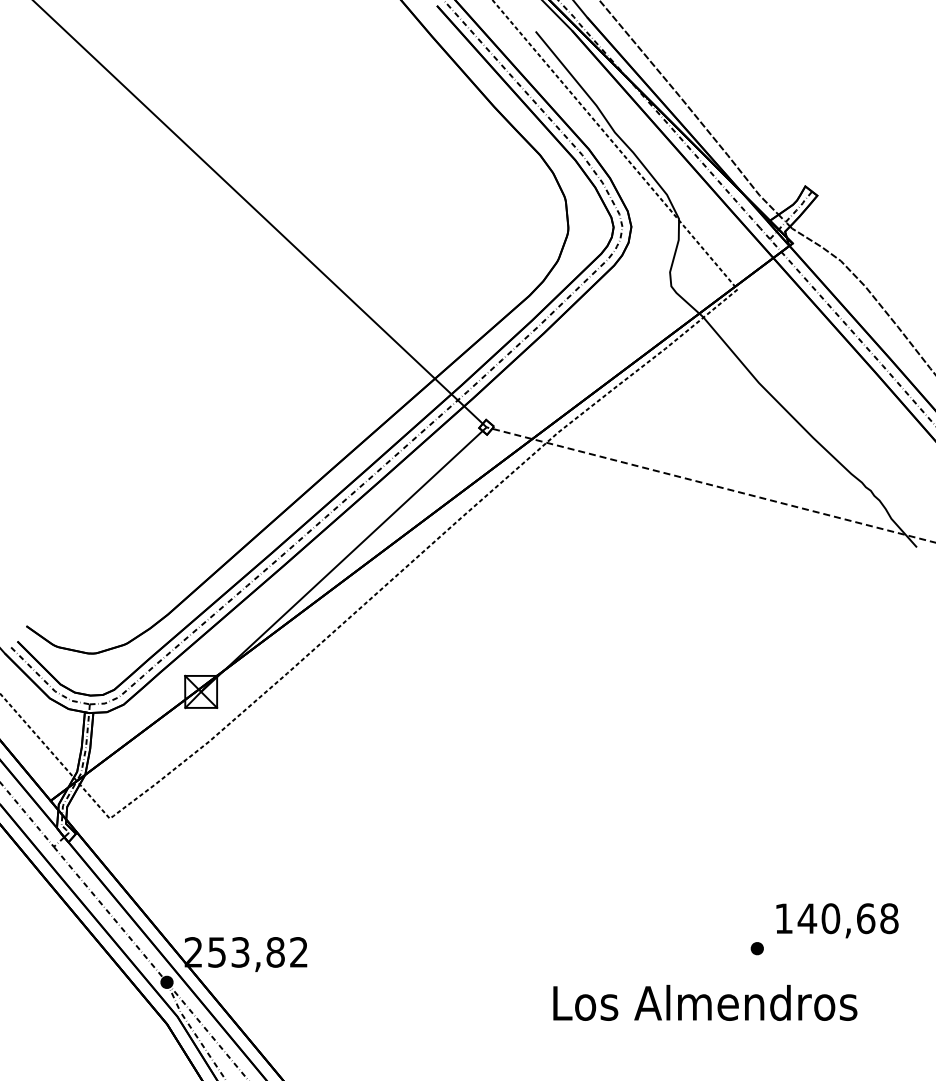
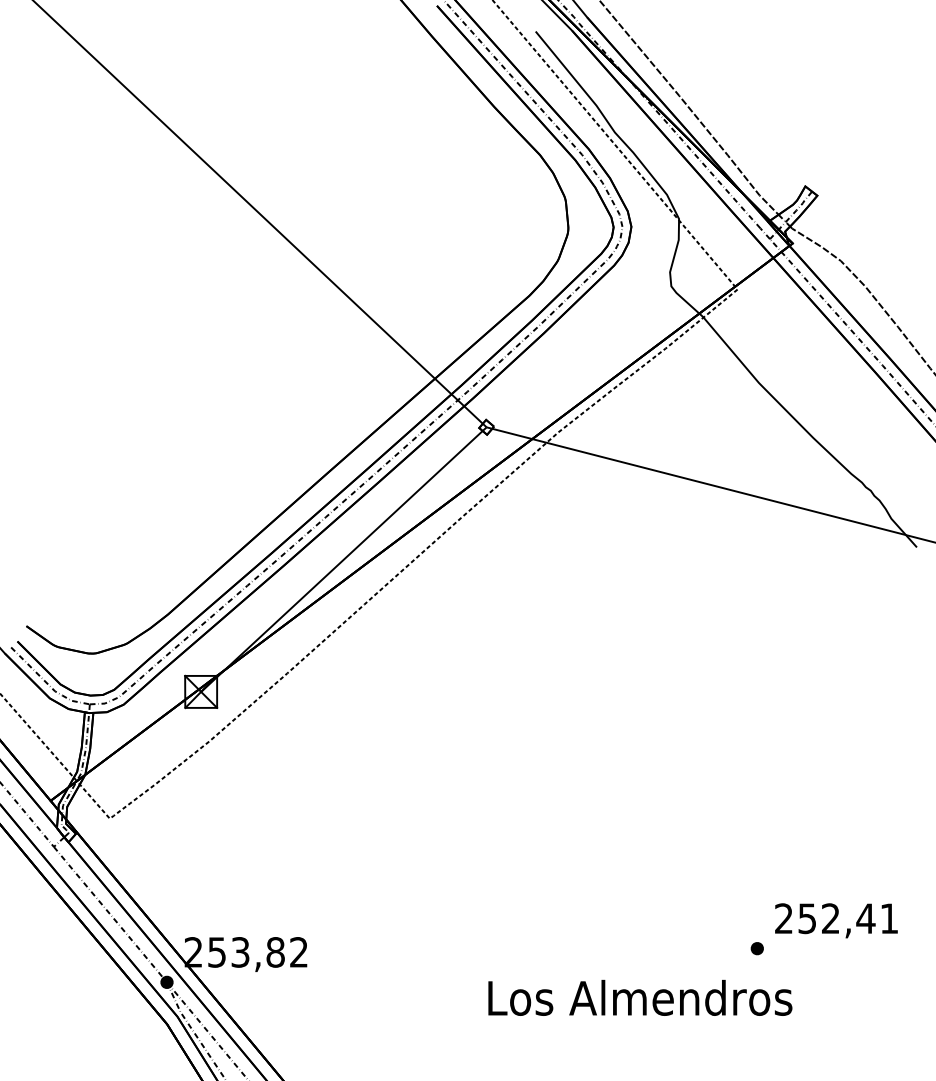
line at (711, 484): dashed -> solid
text at (836, 918): 140,68 -> 252,41
text at (705, 1002) position: (705, 1002) -> (640, 997)
